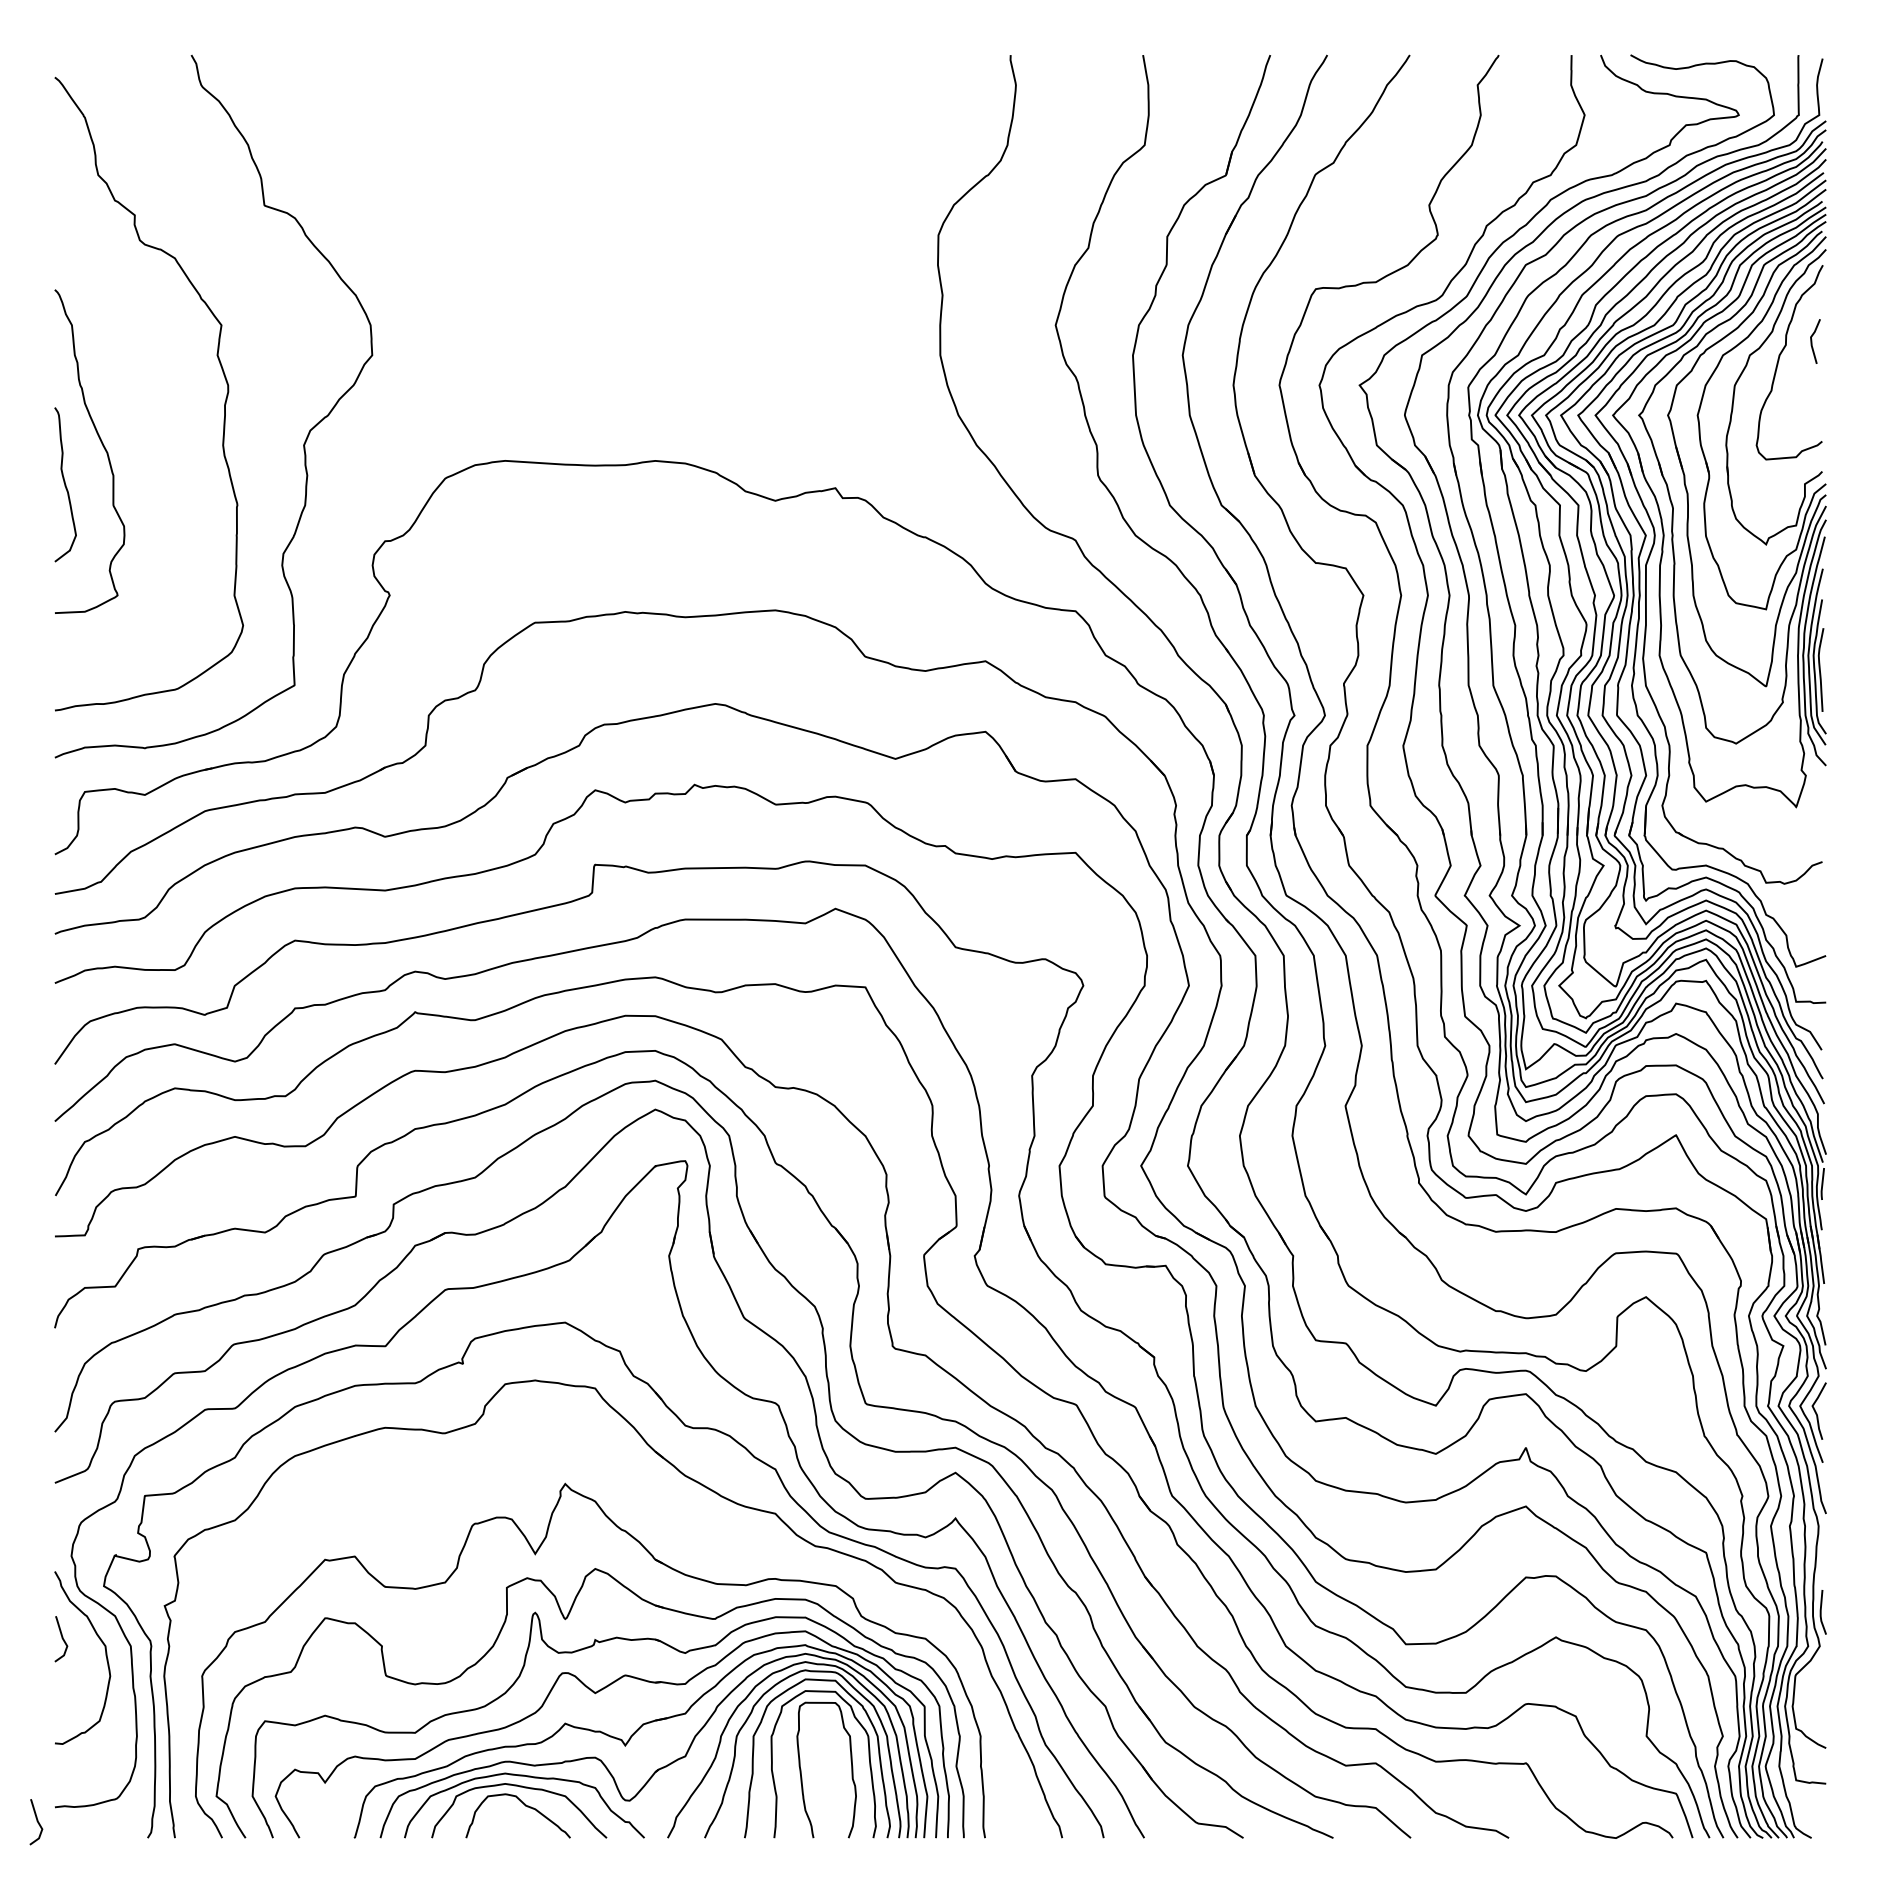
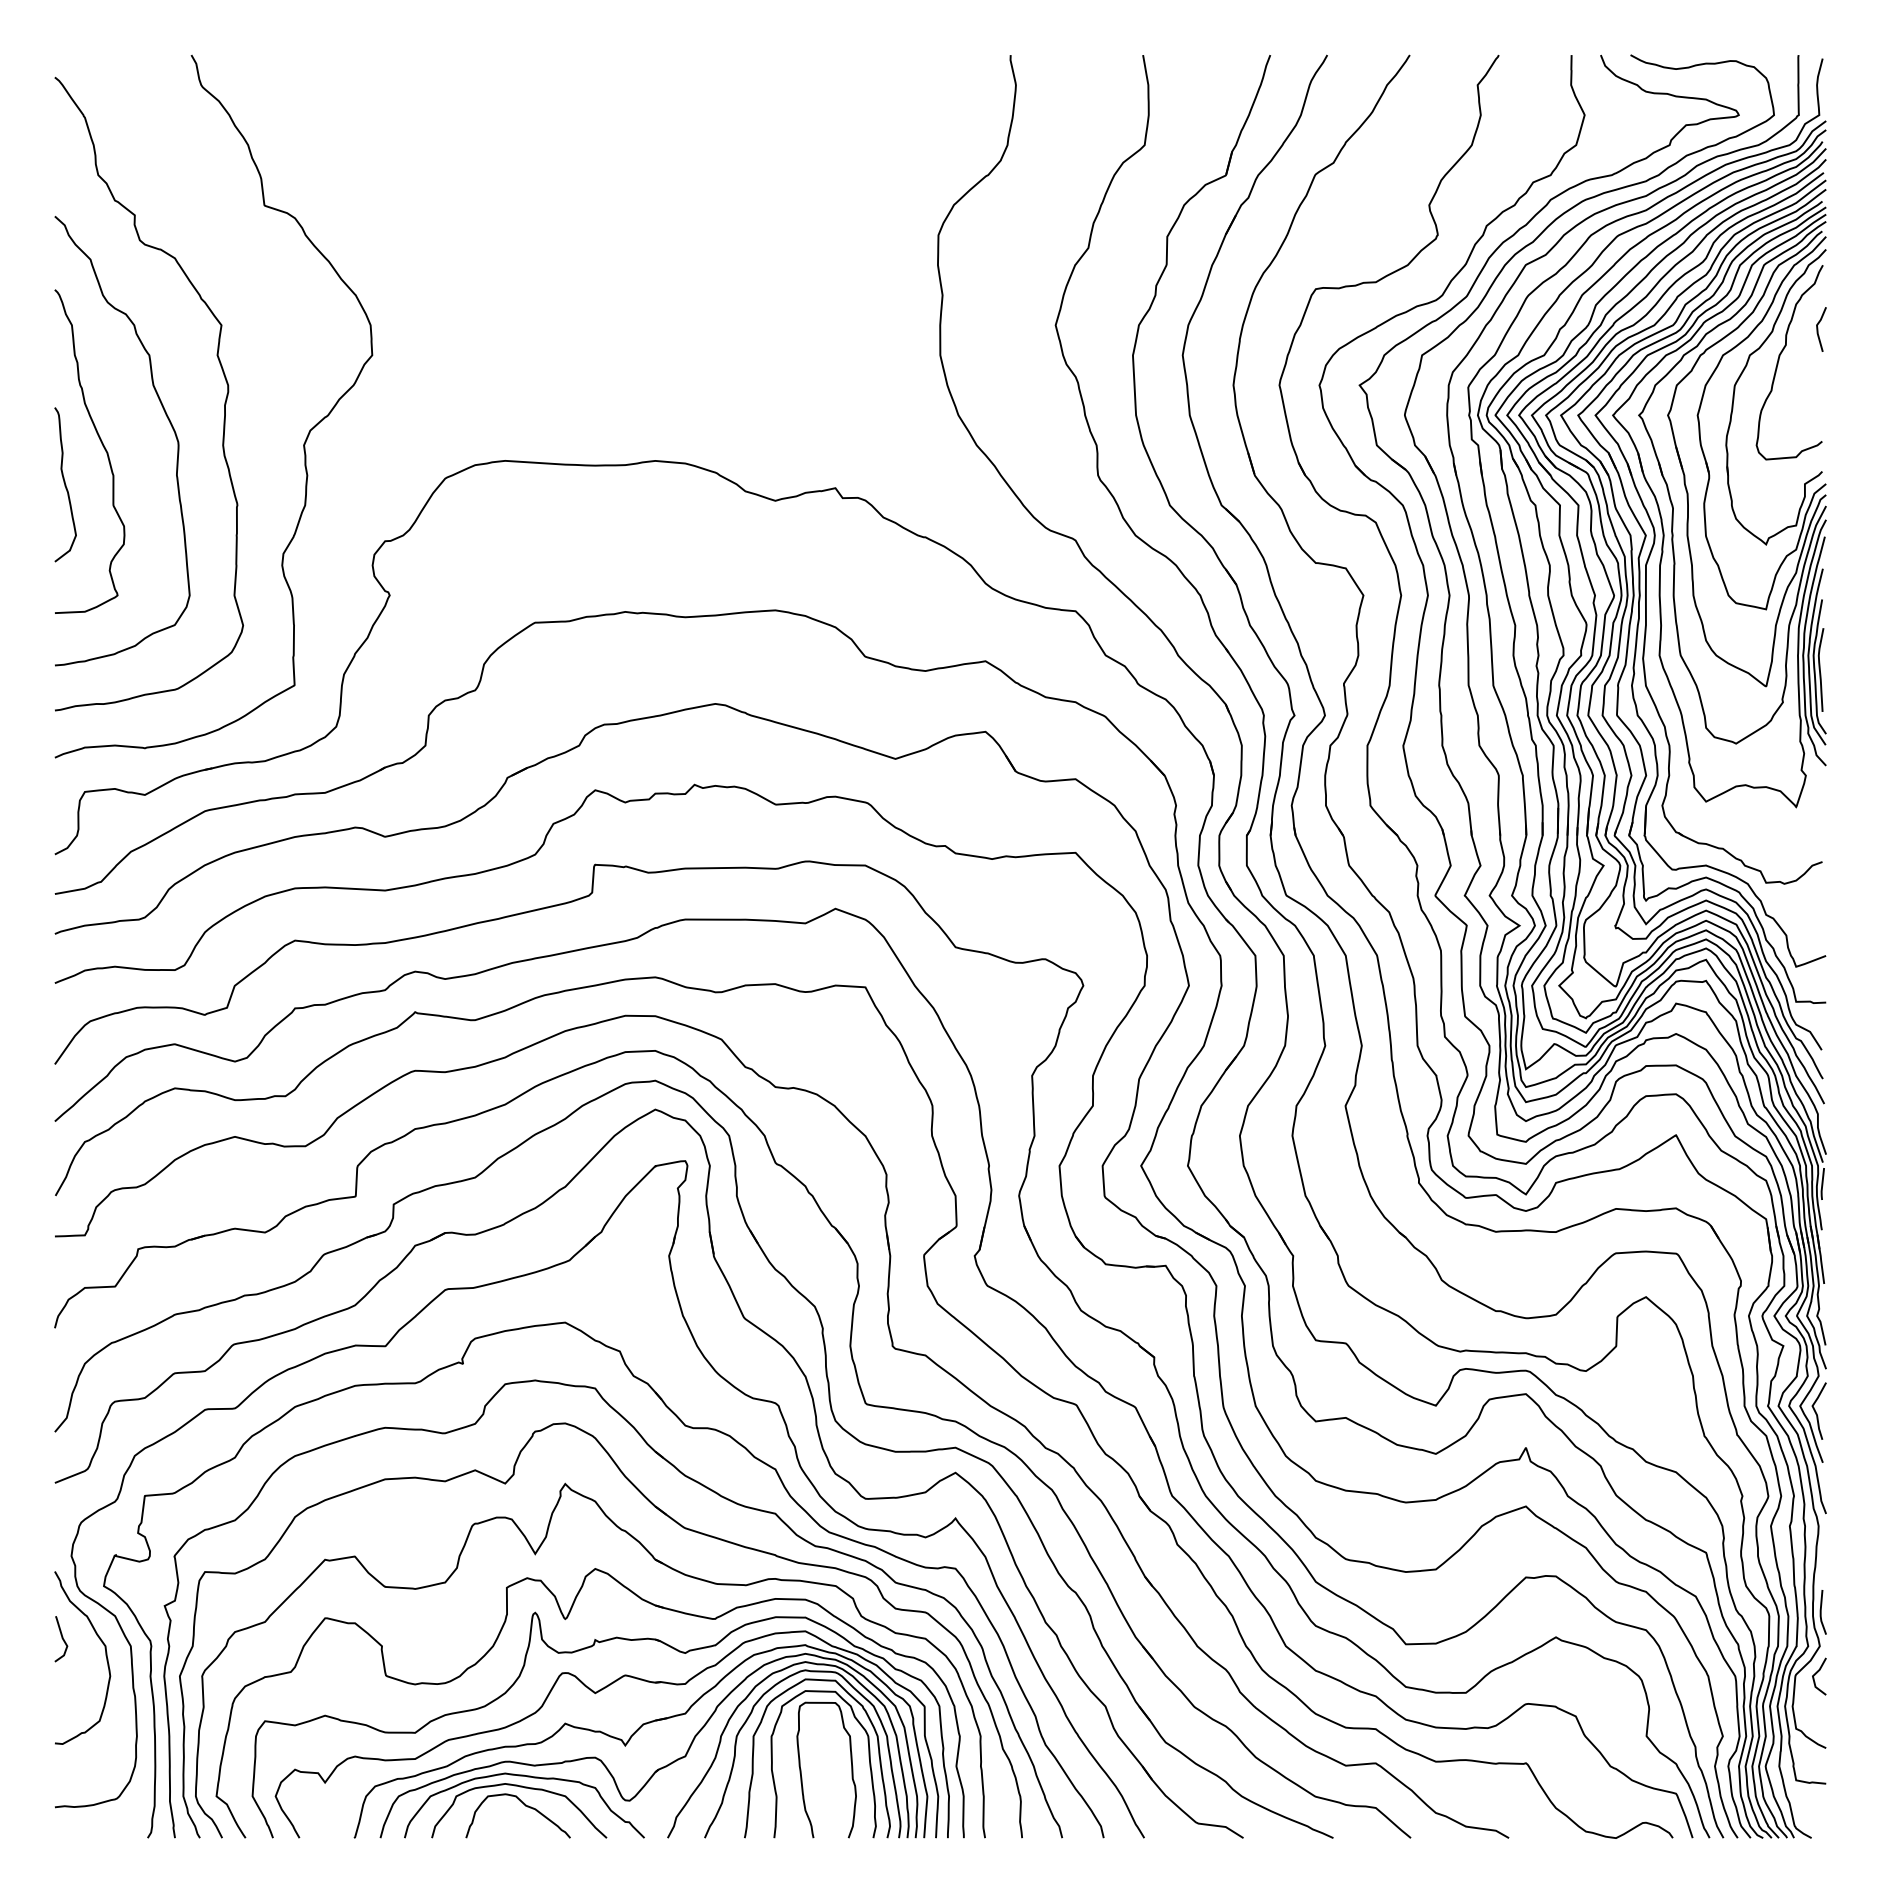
line at (1812, 341) position: (1812, 341) -> (1818, 329)
curve at (167, 418): none -> present
part at (677, 1524): none -> present
line at (1817, 1673): none -> present
curve at (36, 1821): present -> none
